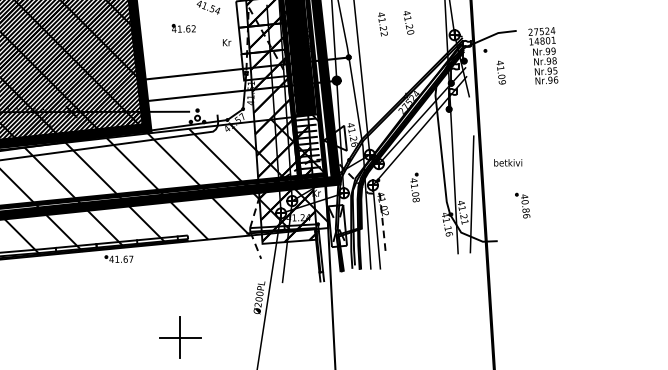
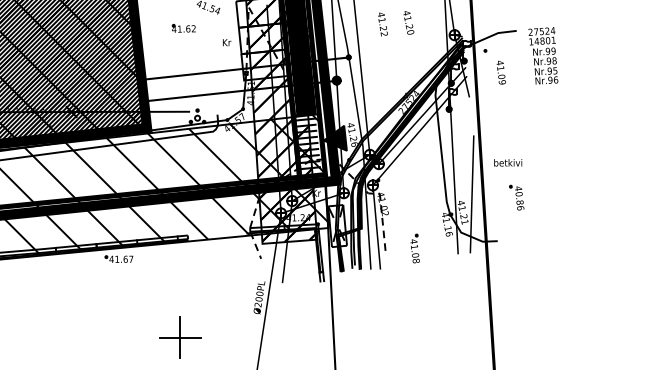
fill at (334, 137): none -> present
part at (414, 187) position: (414, 187) -> (414, 248)
part at (522, 205) position: (522, 205) -> (516, 197)
